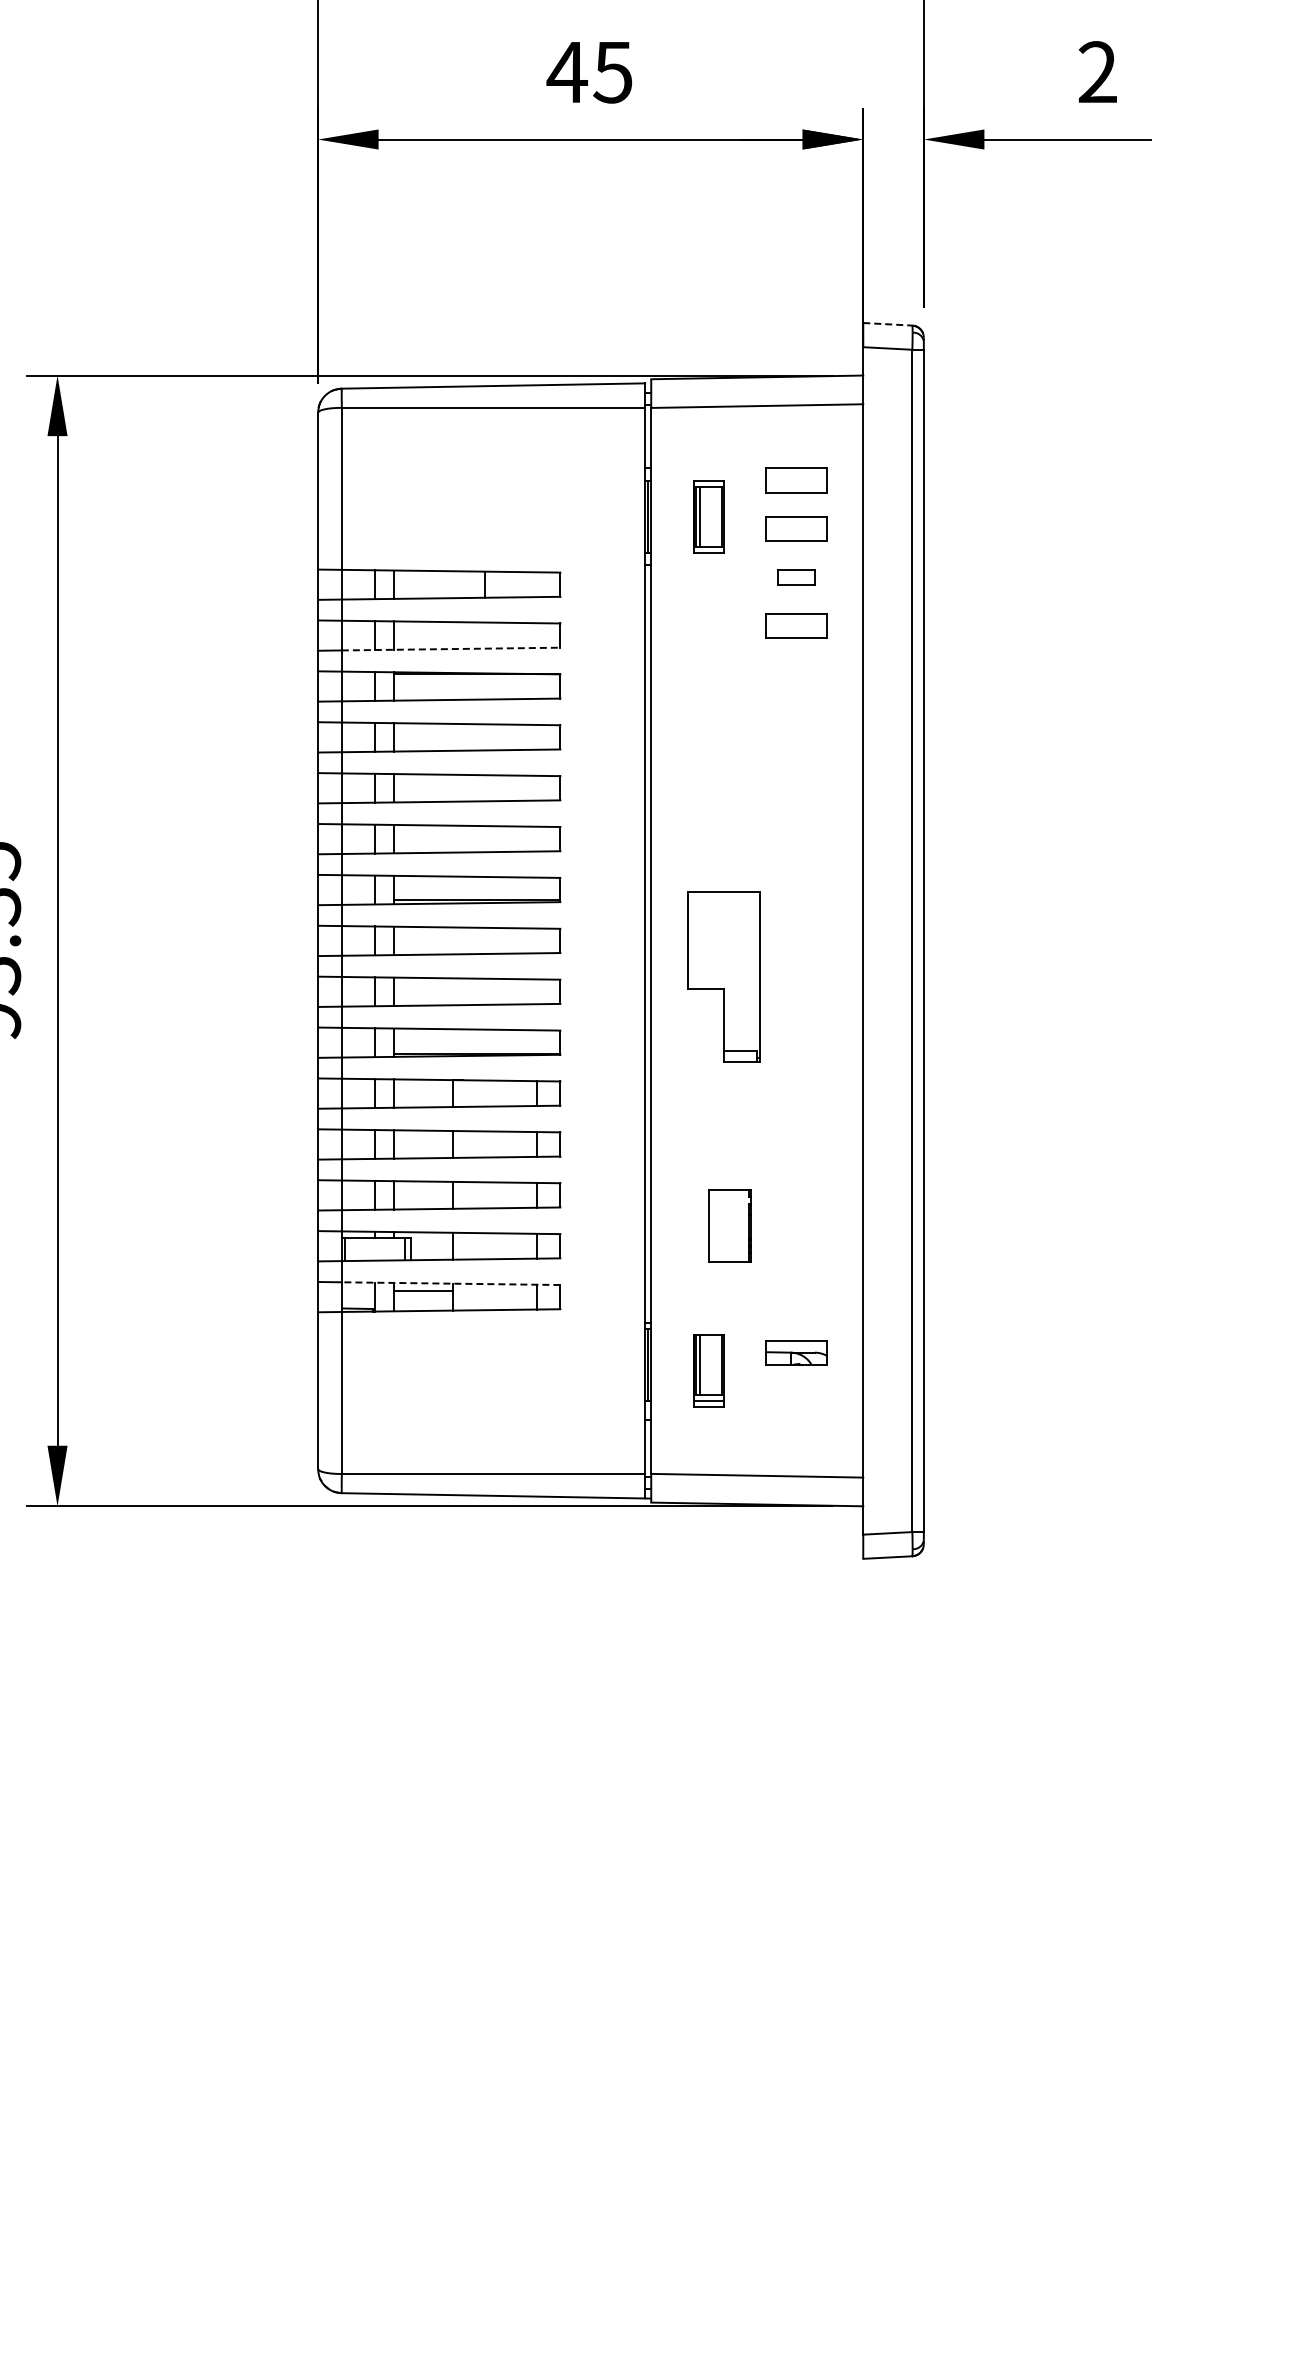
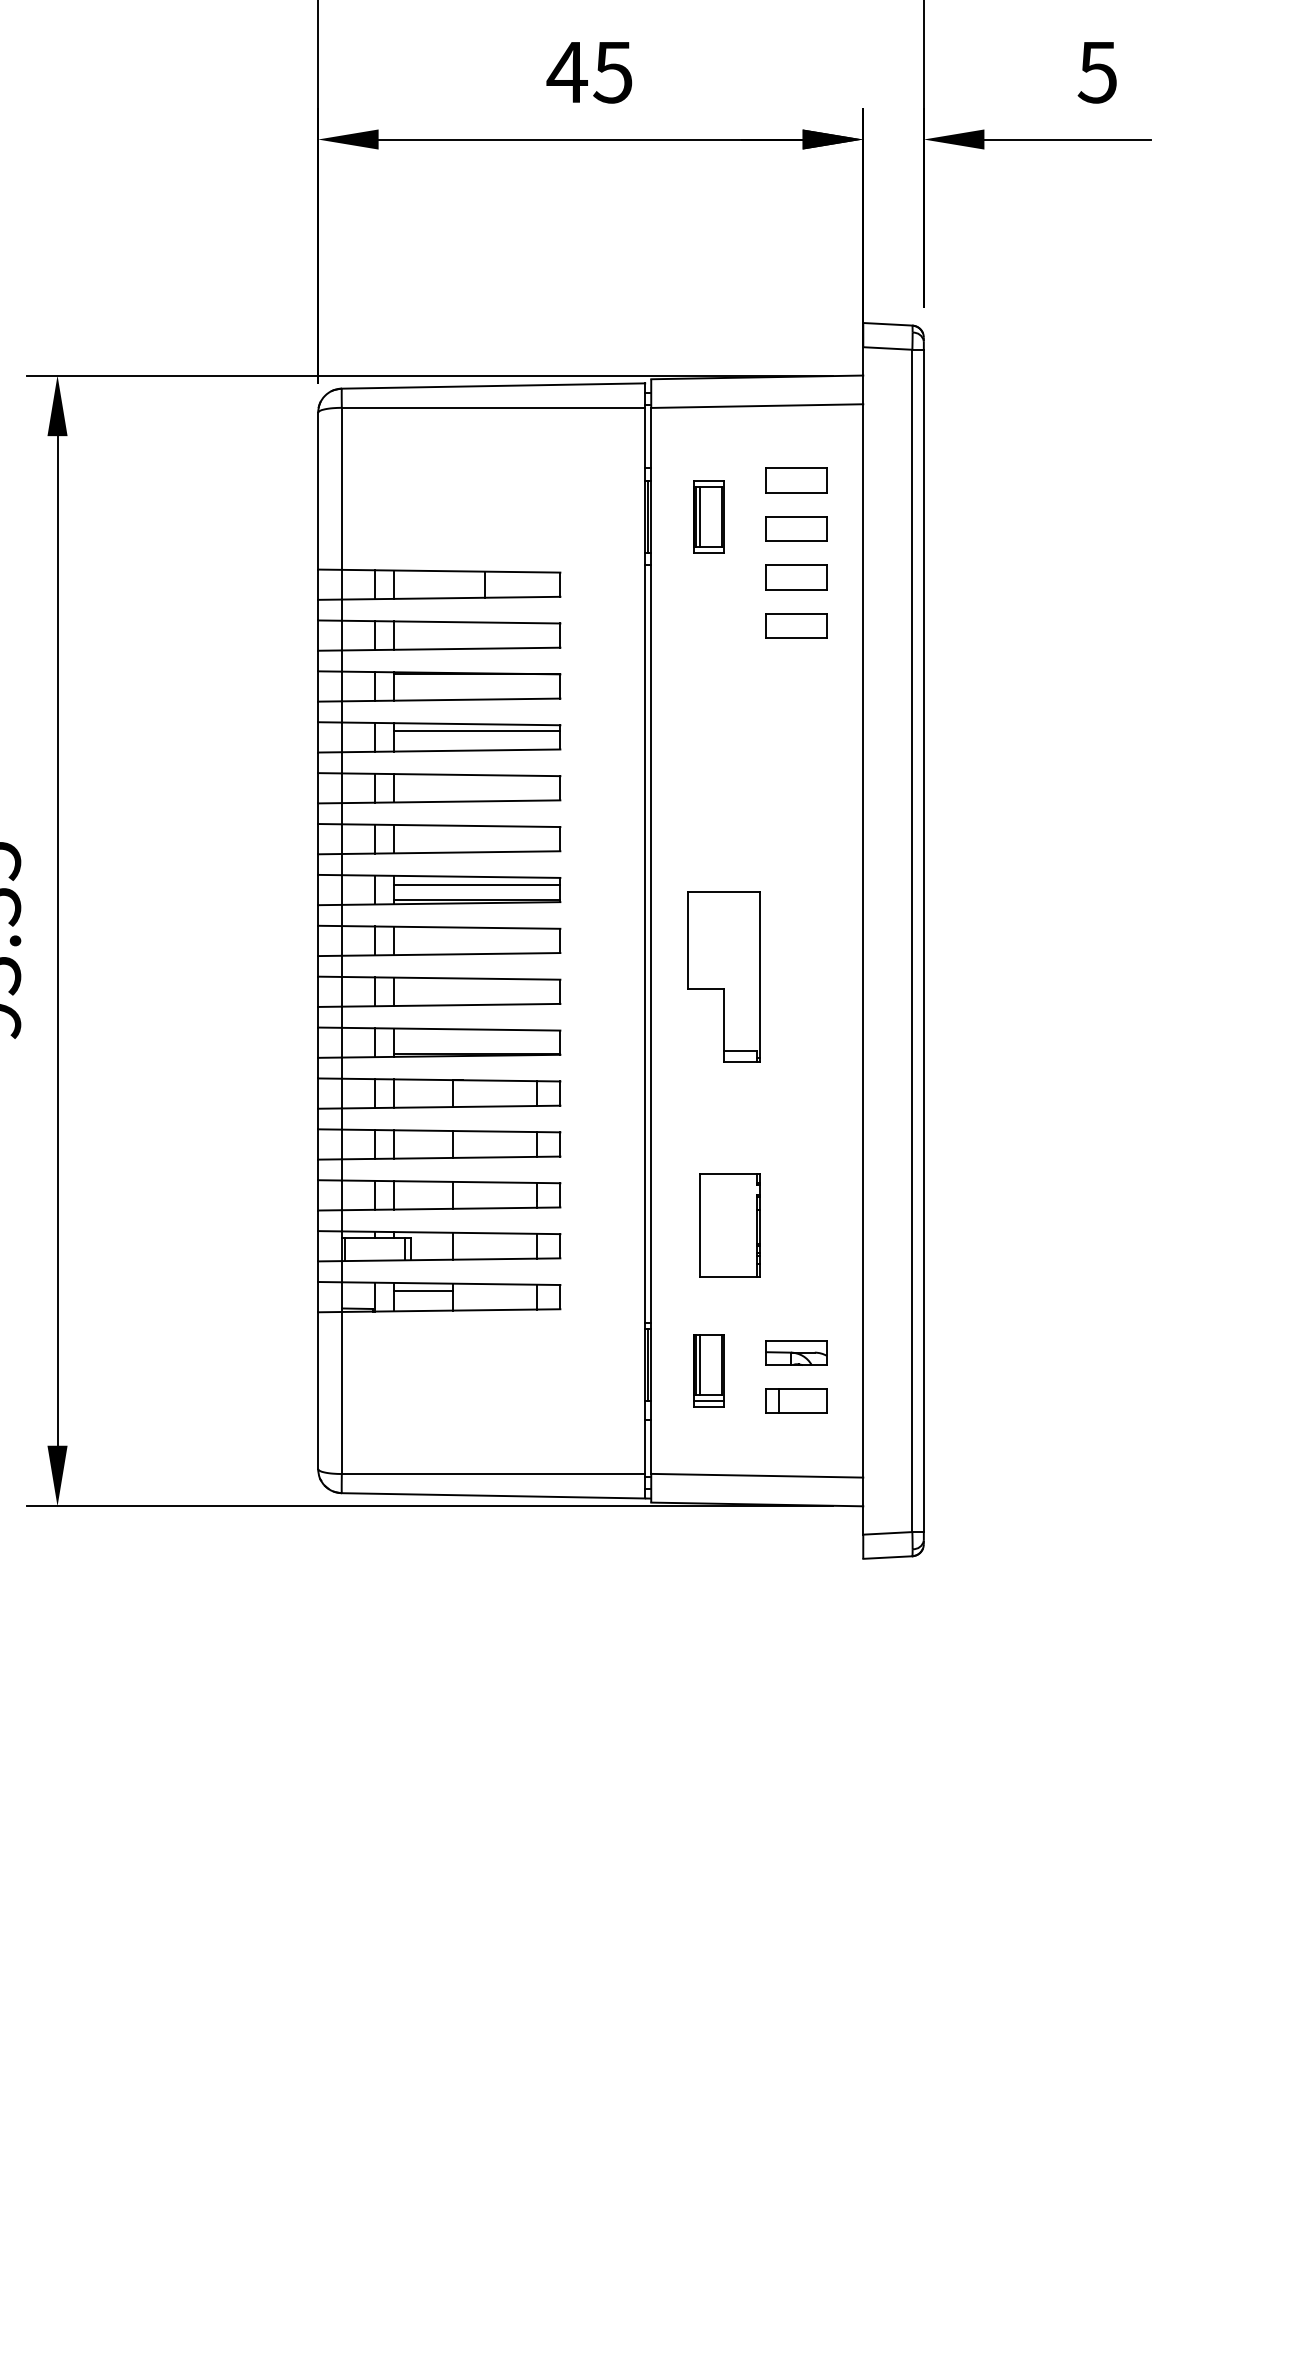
text at (1096, 72): 2 -> 5
line at (887, 324): dashed -> solid
part at (796, 577) size: 39x17 px -> 63x27 px
line at (451, 649): dashed -> solid
line at (477, 730): none -> present
line at (477, 884): none -> present
part at (729, 1225) size: 44x74 px -> 62x105 px
line at (450, 1283): dashed -> solid
part at (796, 1400): none -> present
